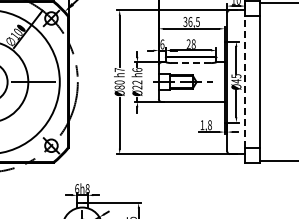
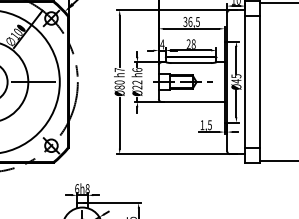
text at (162, 44): 6 -> 4
line at (191, 63): dashed -> solid
line at (245, 82): dashed -> solid
text at (209, 124): 1,8 -> 1,5
